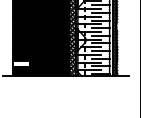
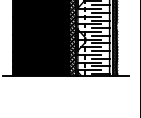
fill at (21, 63): none -> present
